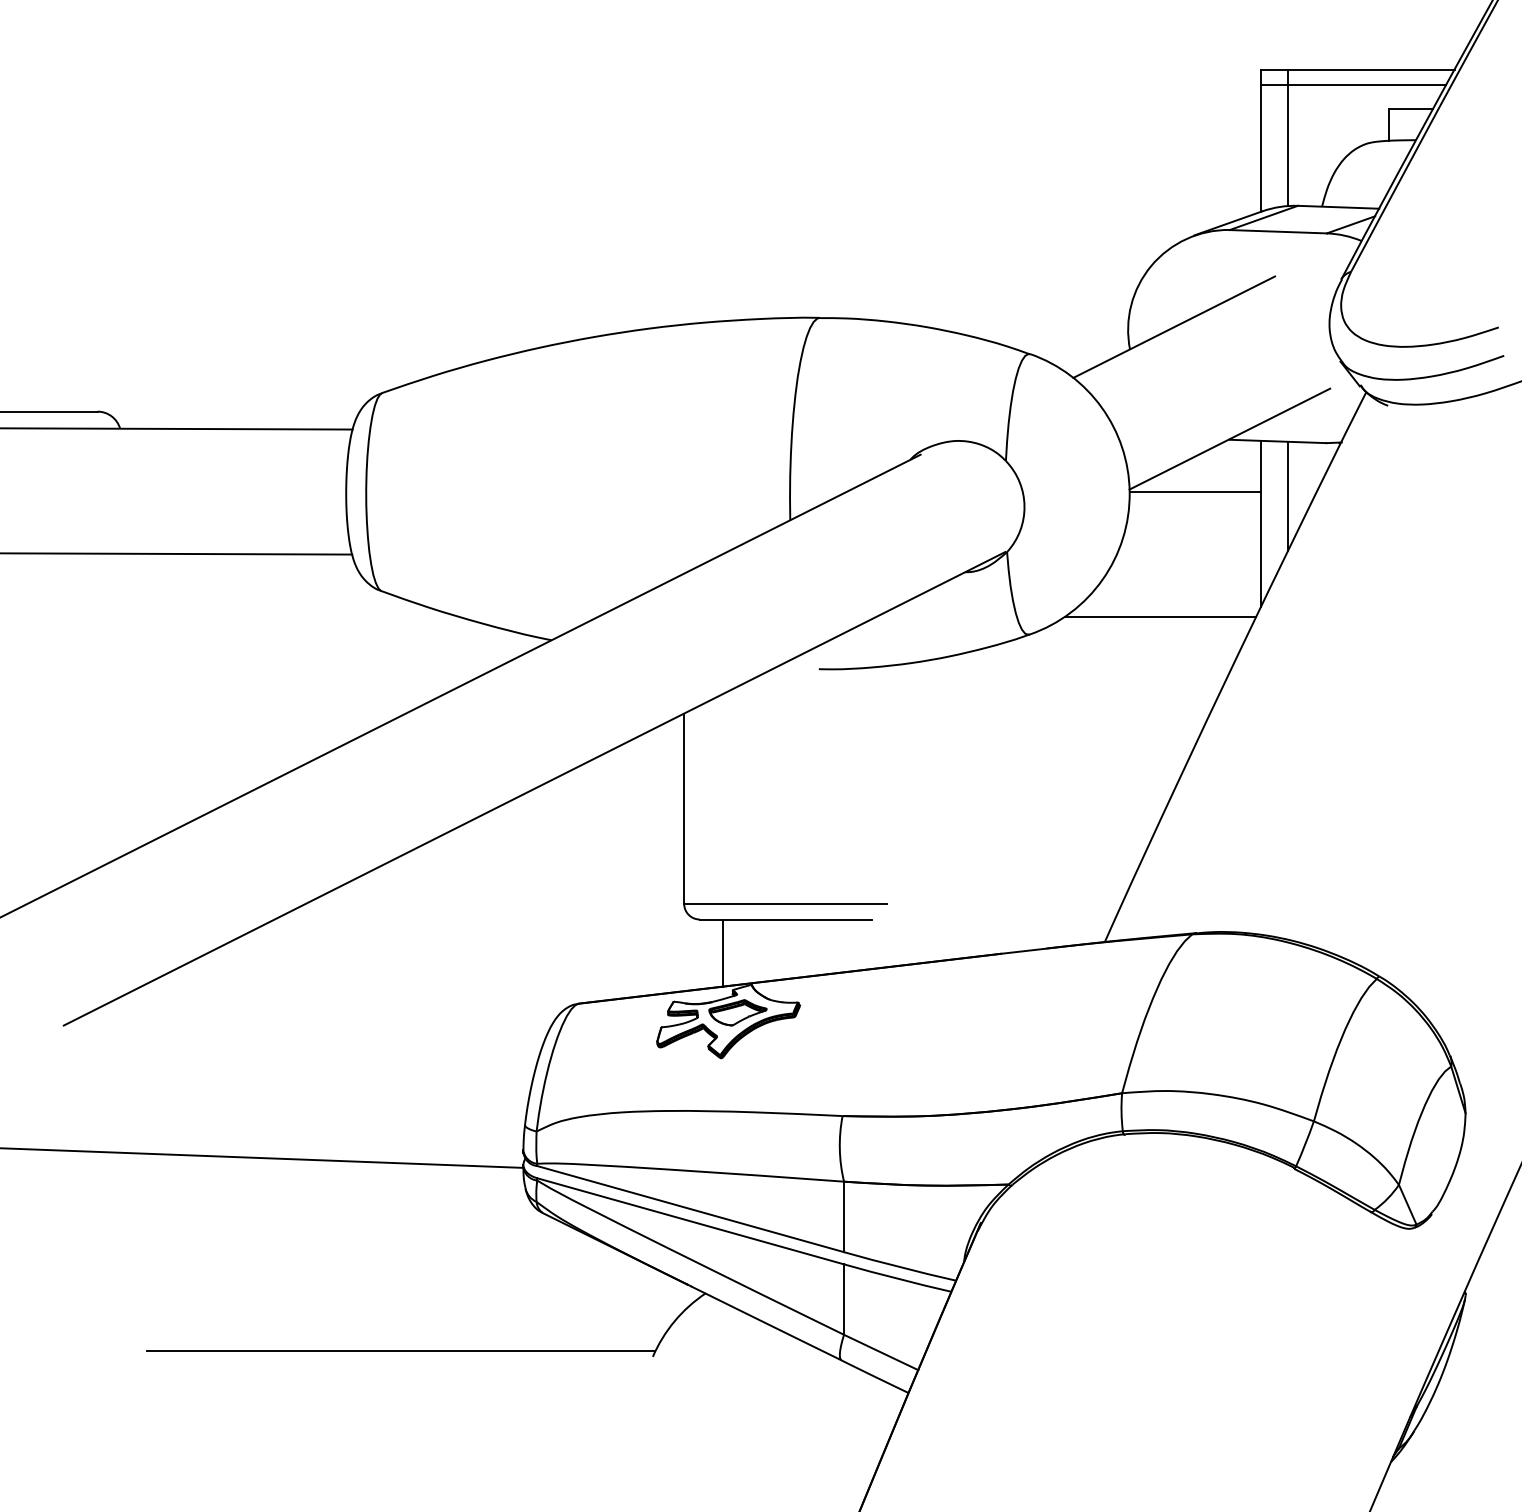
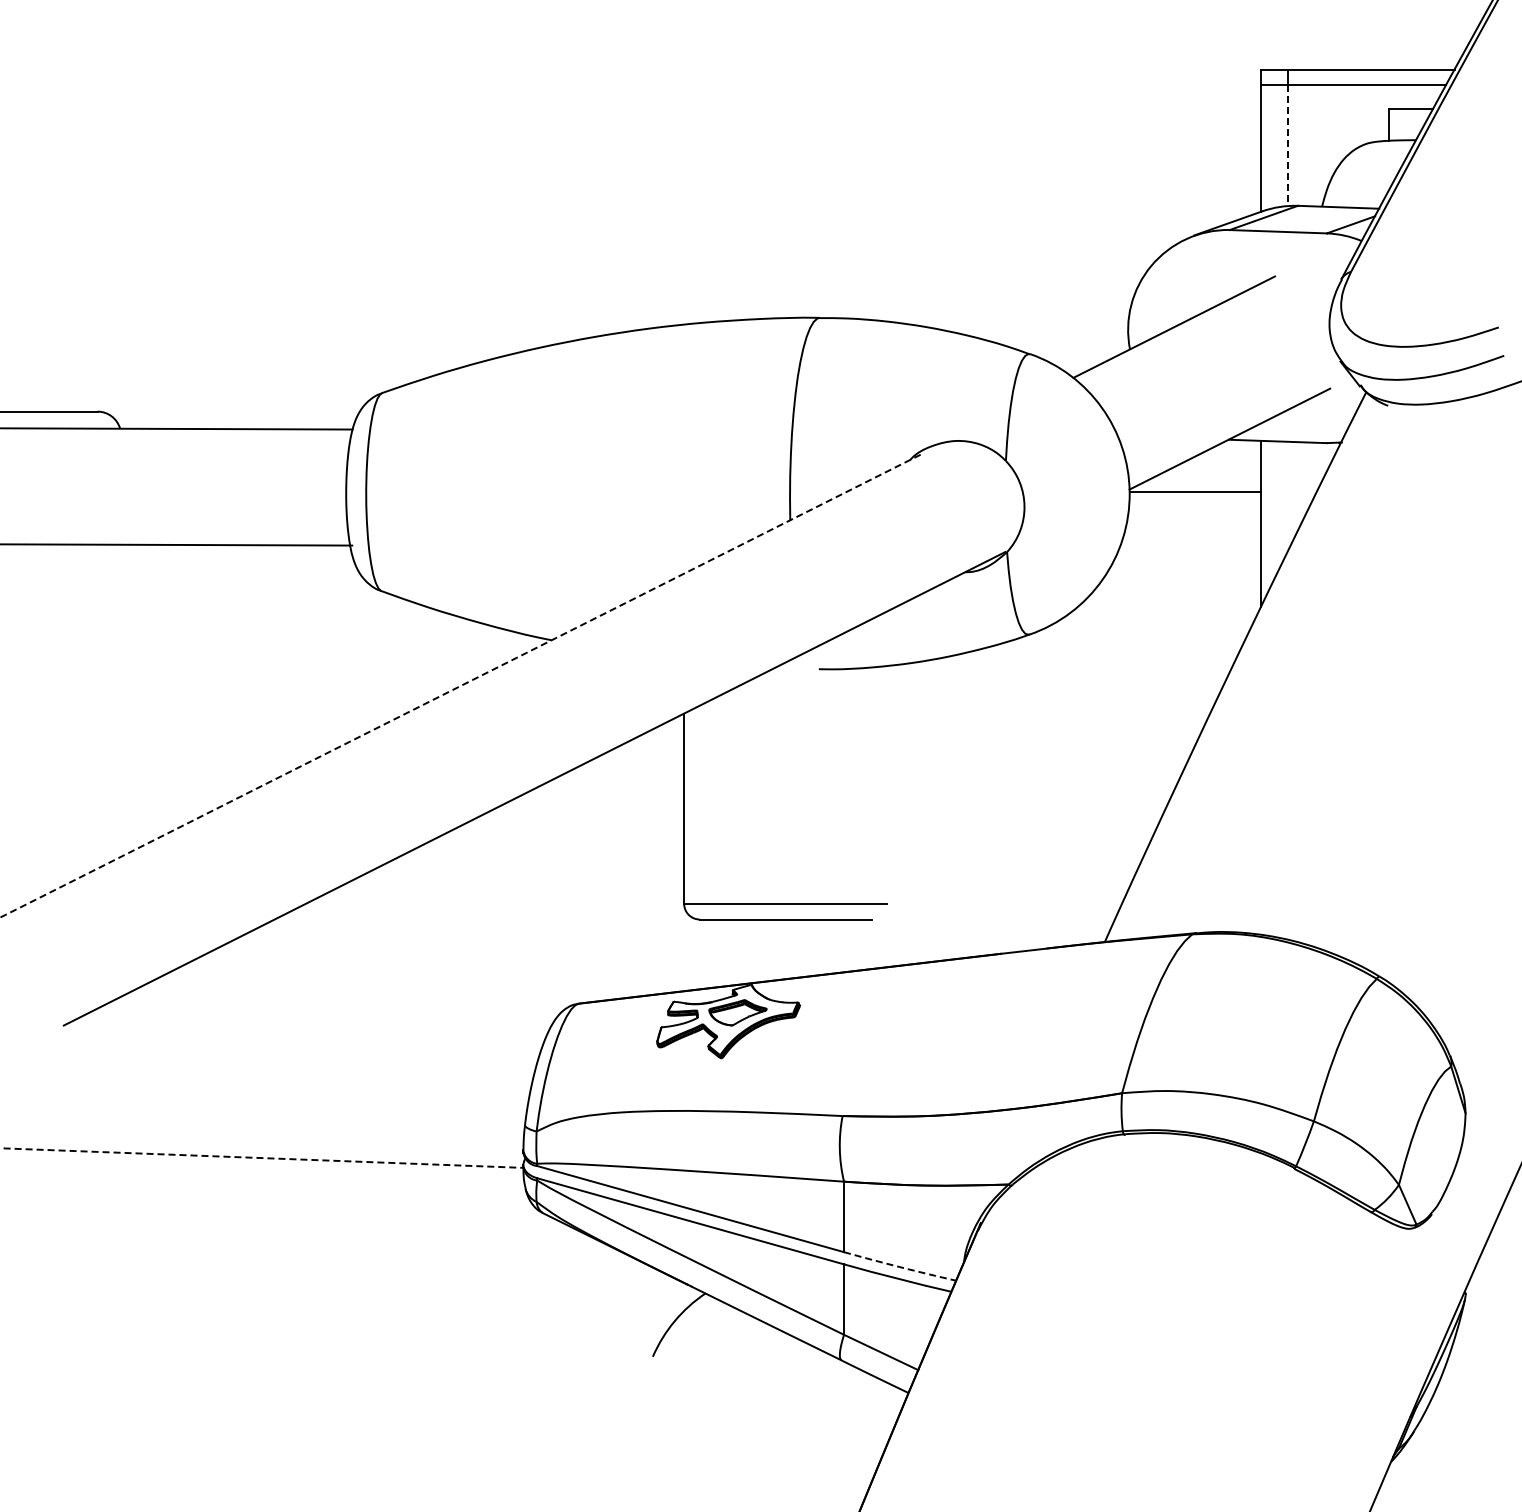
line at (1288, 146): solid -> dashed
line at (1288, 495): present -> none
line at (177, 553) position: (177, 553) -> (177, 544)
line at (1160, 616): present -> none
line at (459, 686): solid -> dashed
line at (723, 952): present -> none
line at (261, 1158): solid -> dashed
arc at (899, 1267): solid -> dashed
line at (401, 1351): present -> none
